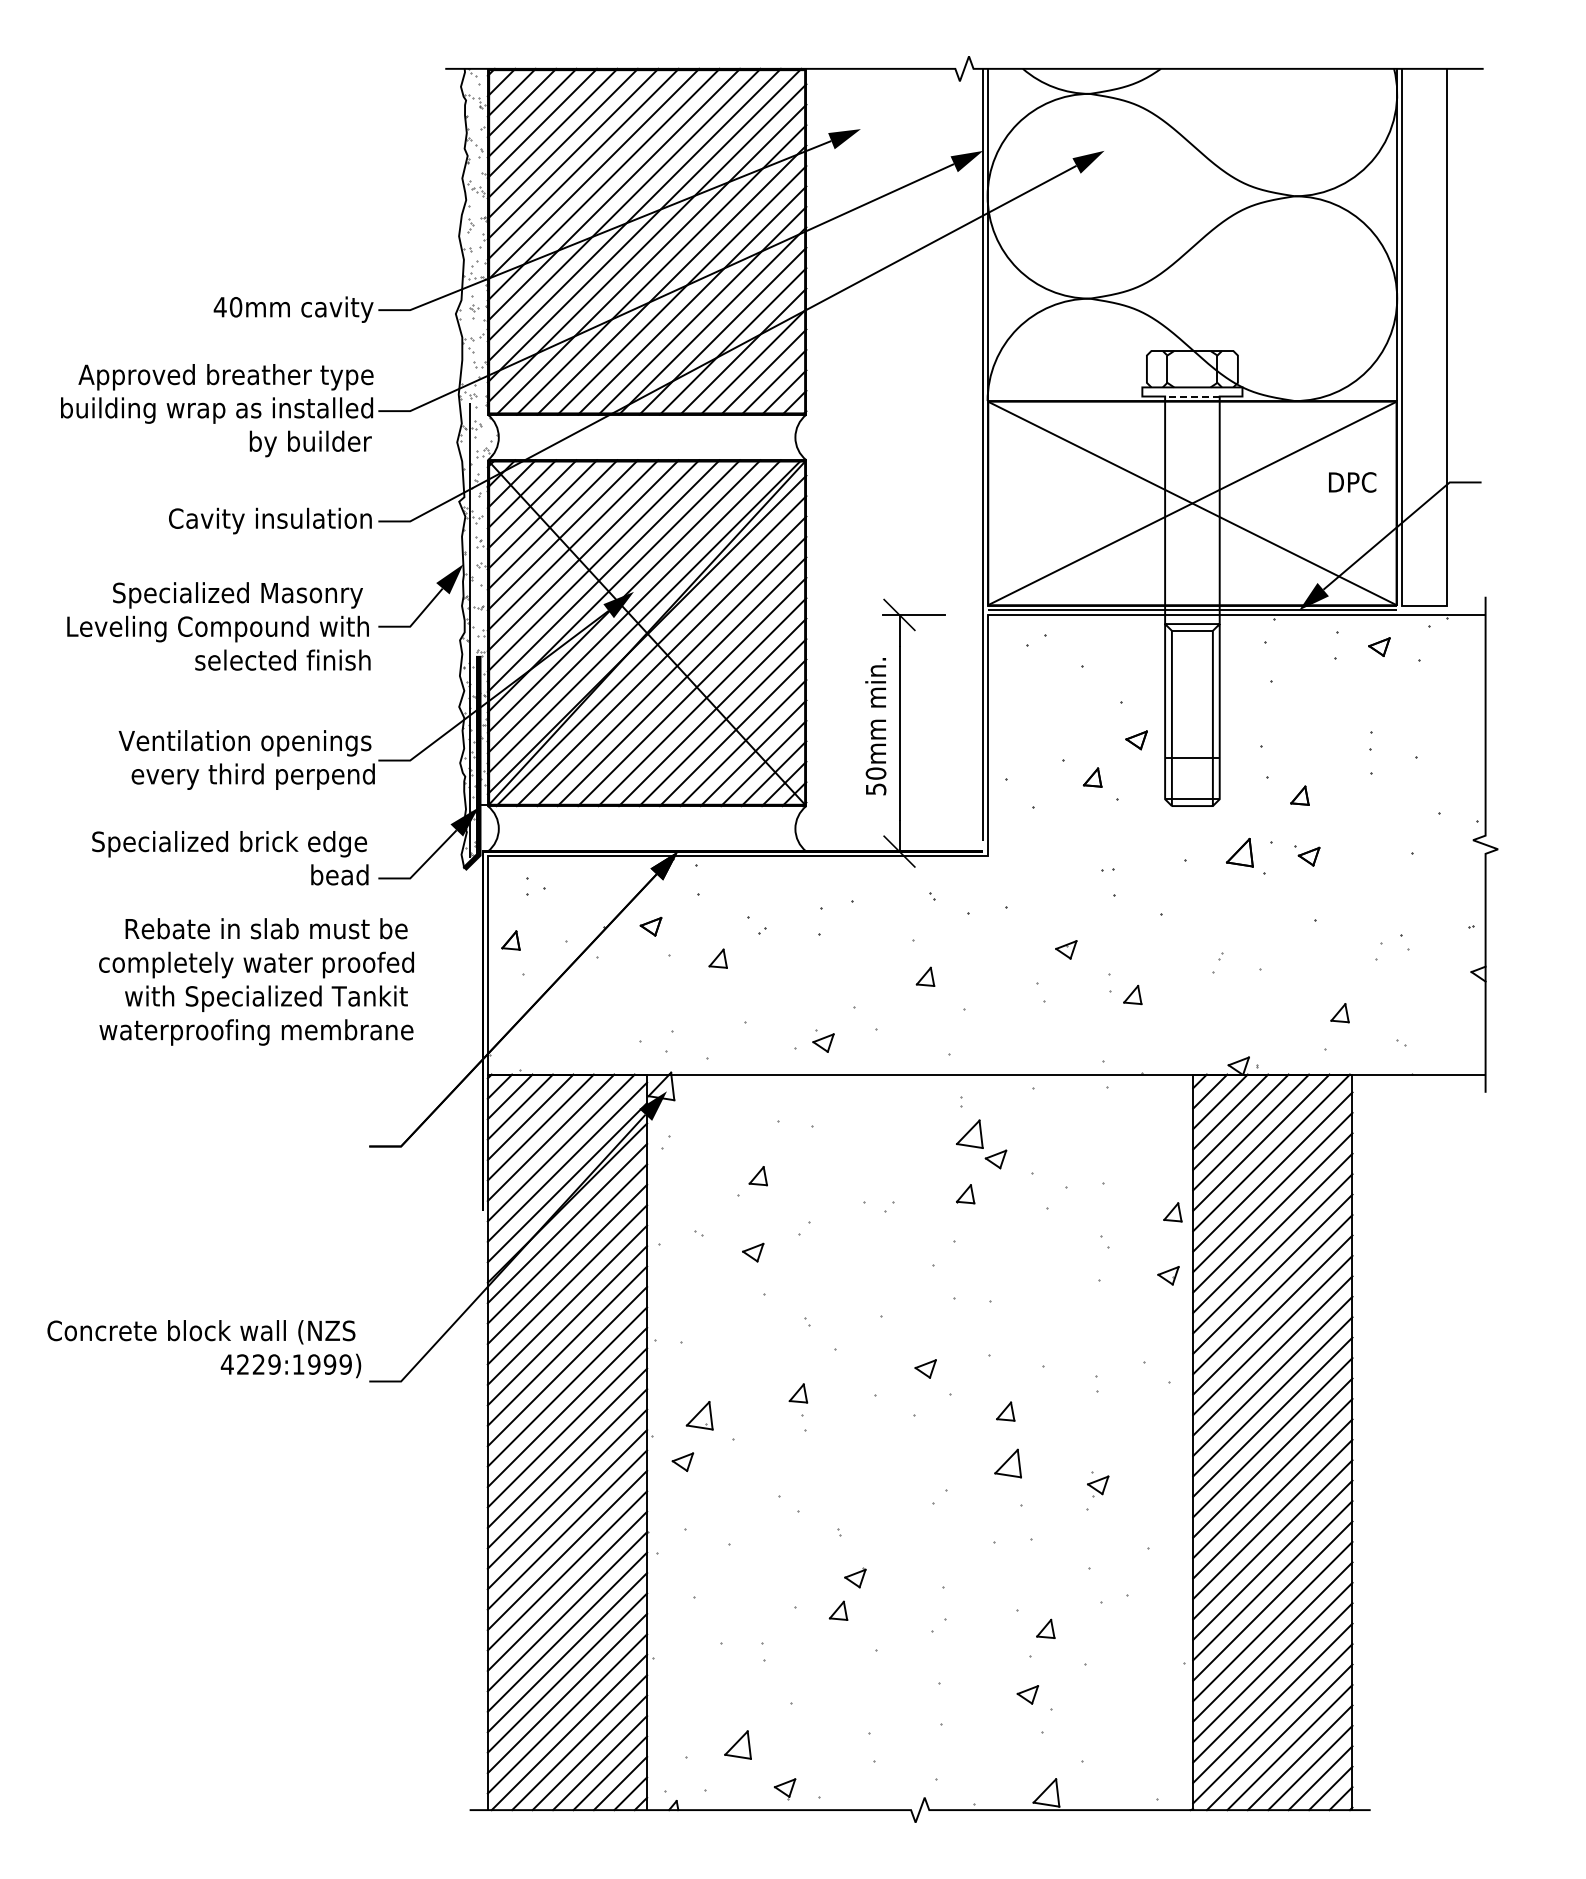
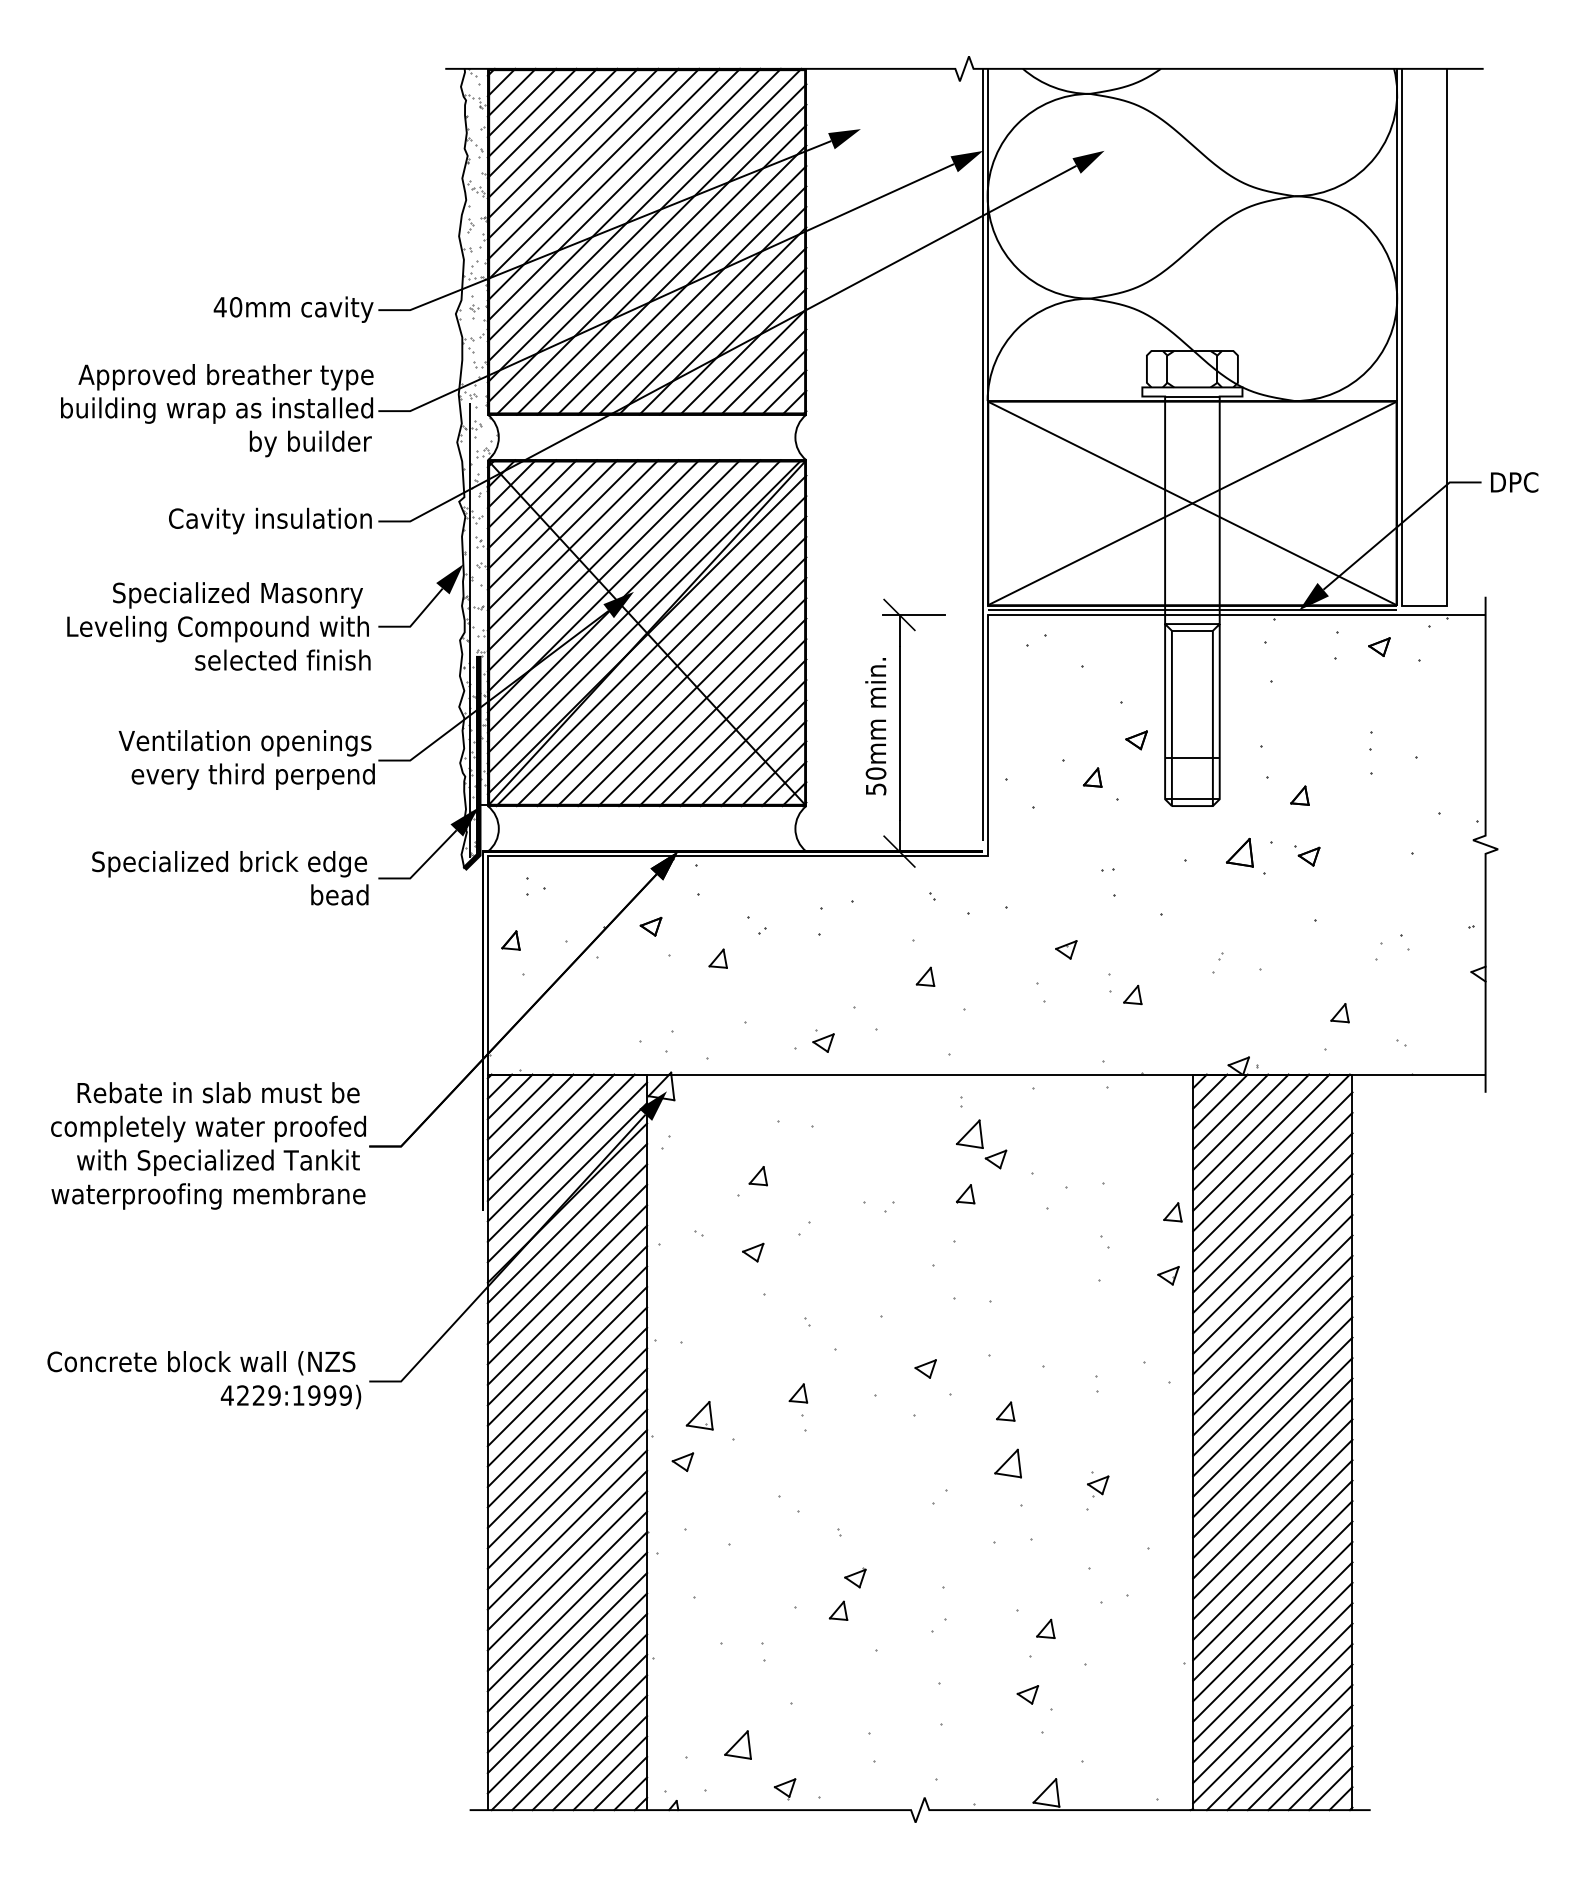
line at (1191, 396): dashed -> solid
text at (1352, 482) position: (1352, 482) -> (1514, 482)
text at (230, 858) position: (230, 858) -> (230, 878)
text at (256, 981) position: (256, 981) -> (208, 1145)
text at (204, 1349) position: (204, 1349) -> (204, 1380)
